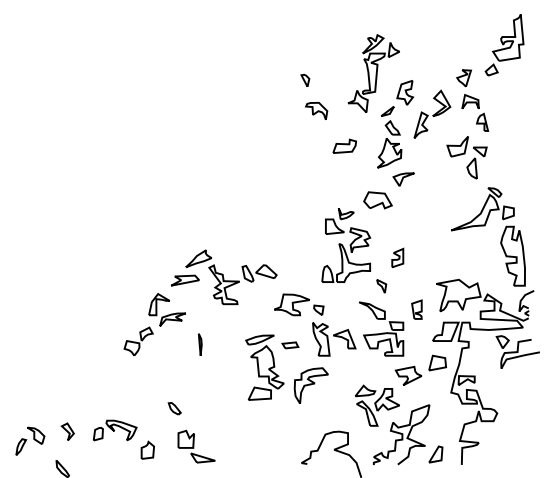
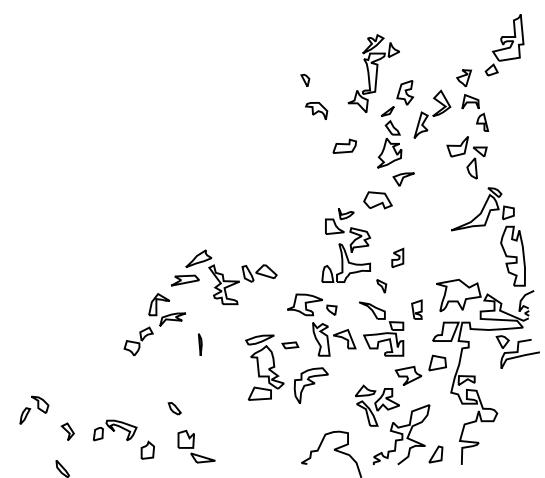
part at (299, 304) position: (299, 304) -> (312, 304)
part at (30, 440) position: (30, 440) -> (34, 409)
